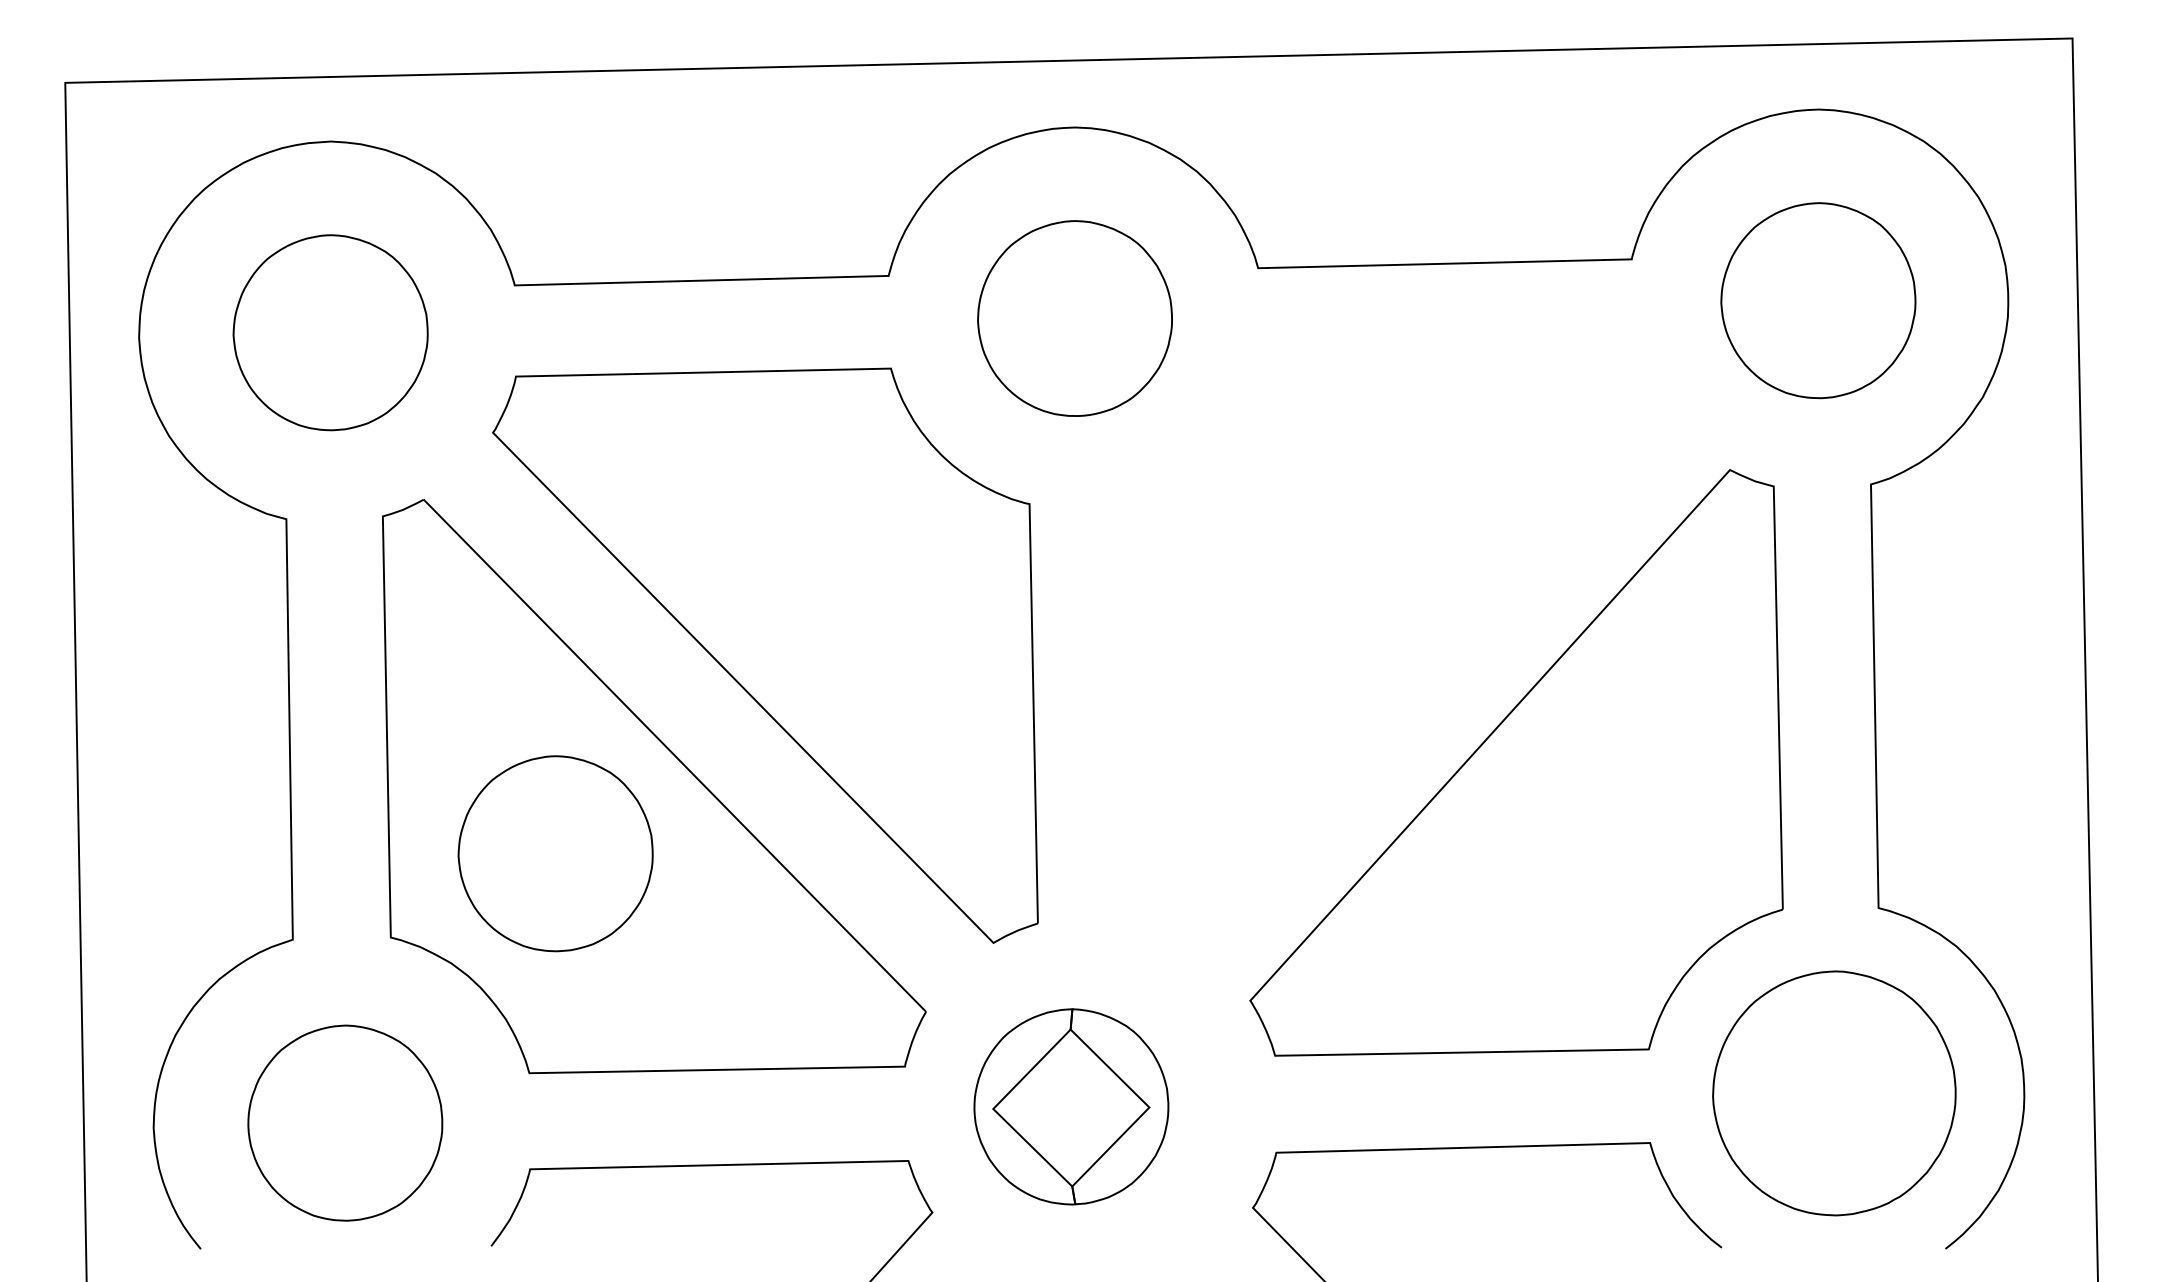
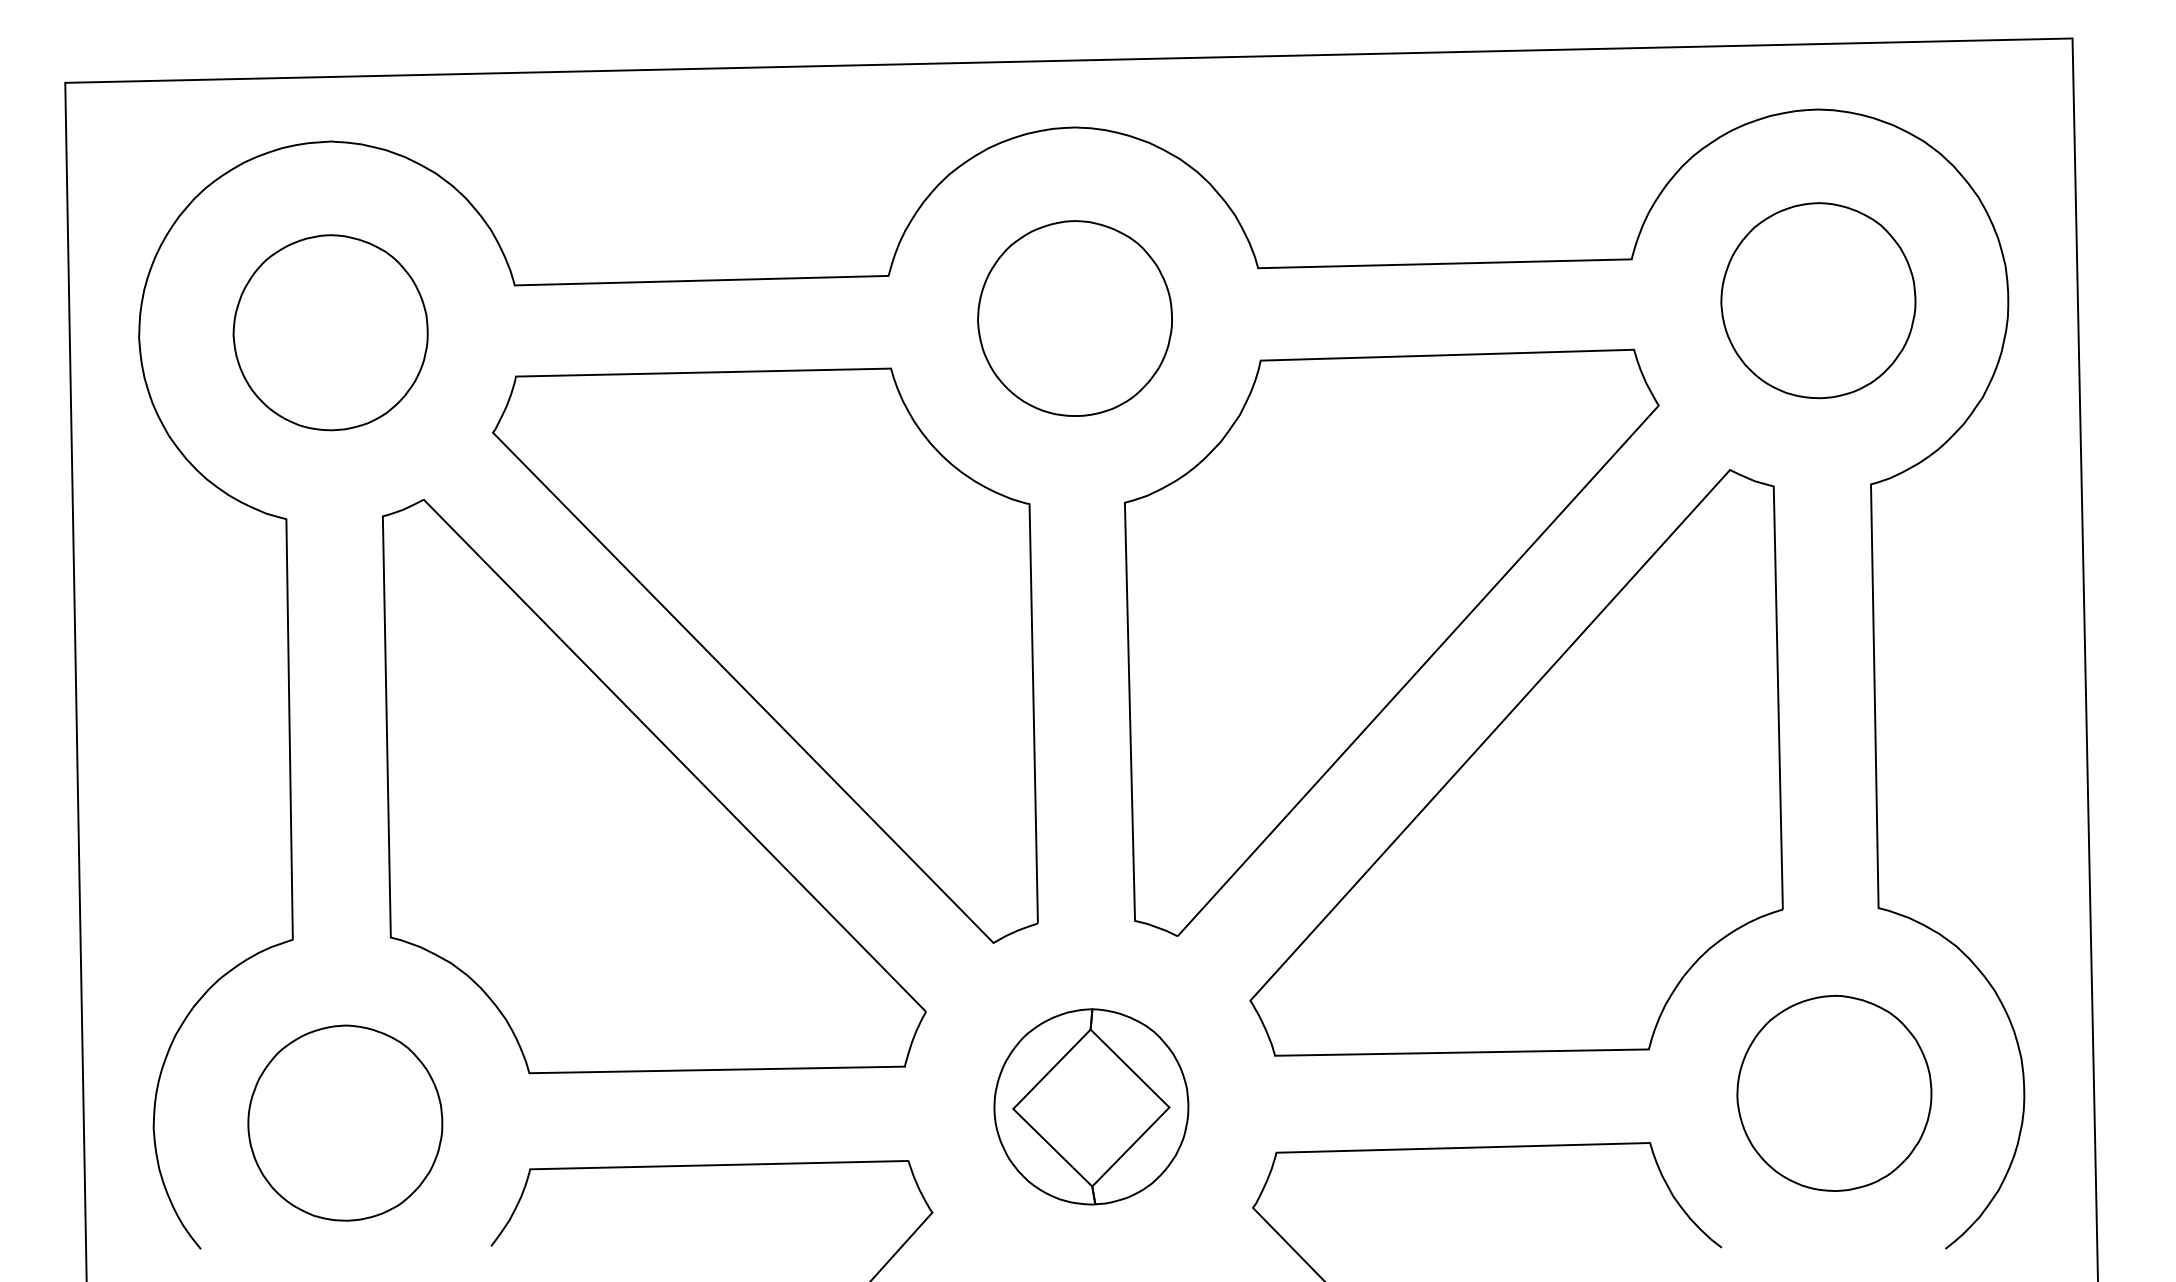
part at (1391, 642): none -> present
part at (555, 853): present -> none
part at (1834, 1093) size: 245x247 px -> 197x197 px
part at (1071, 1106) position: (1071, 1106) -> (1091, 1106)
